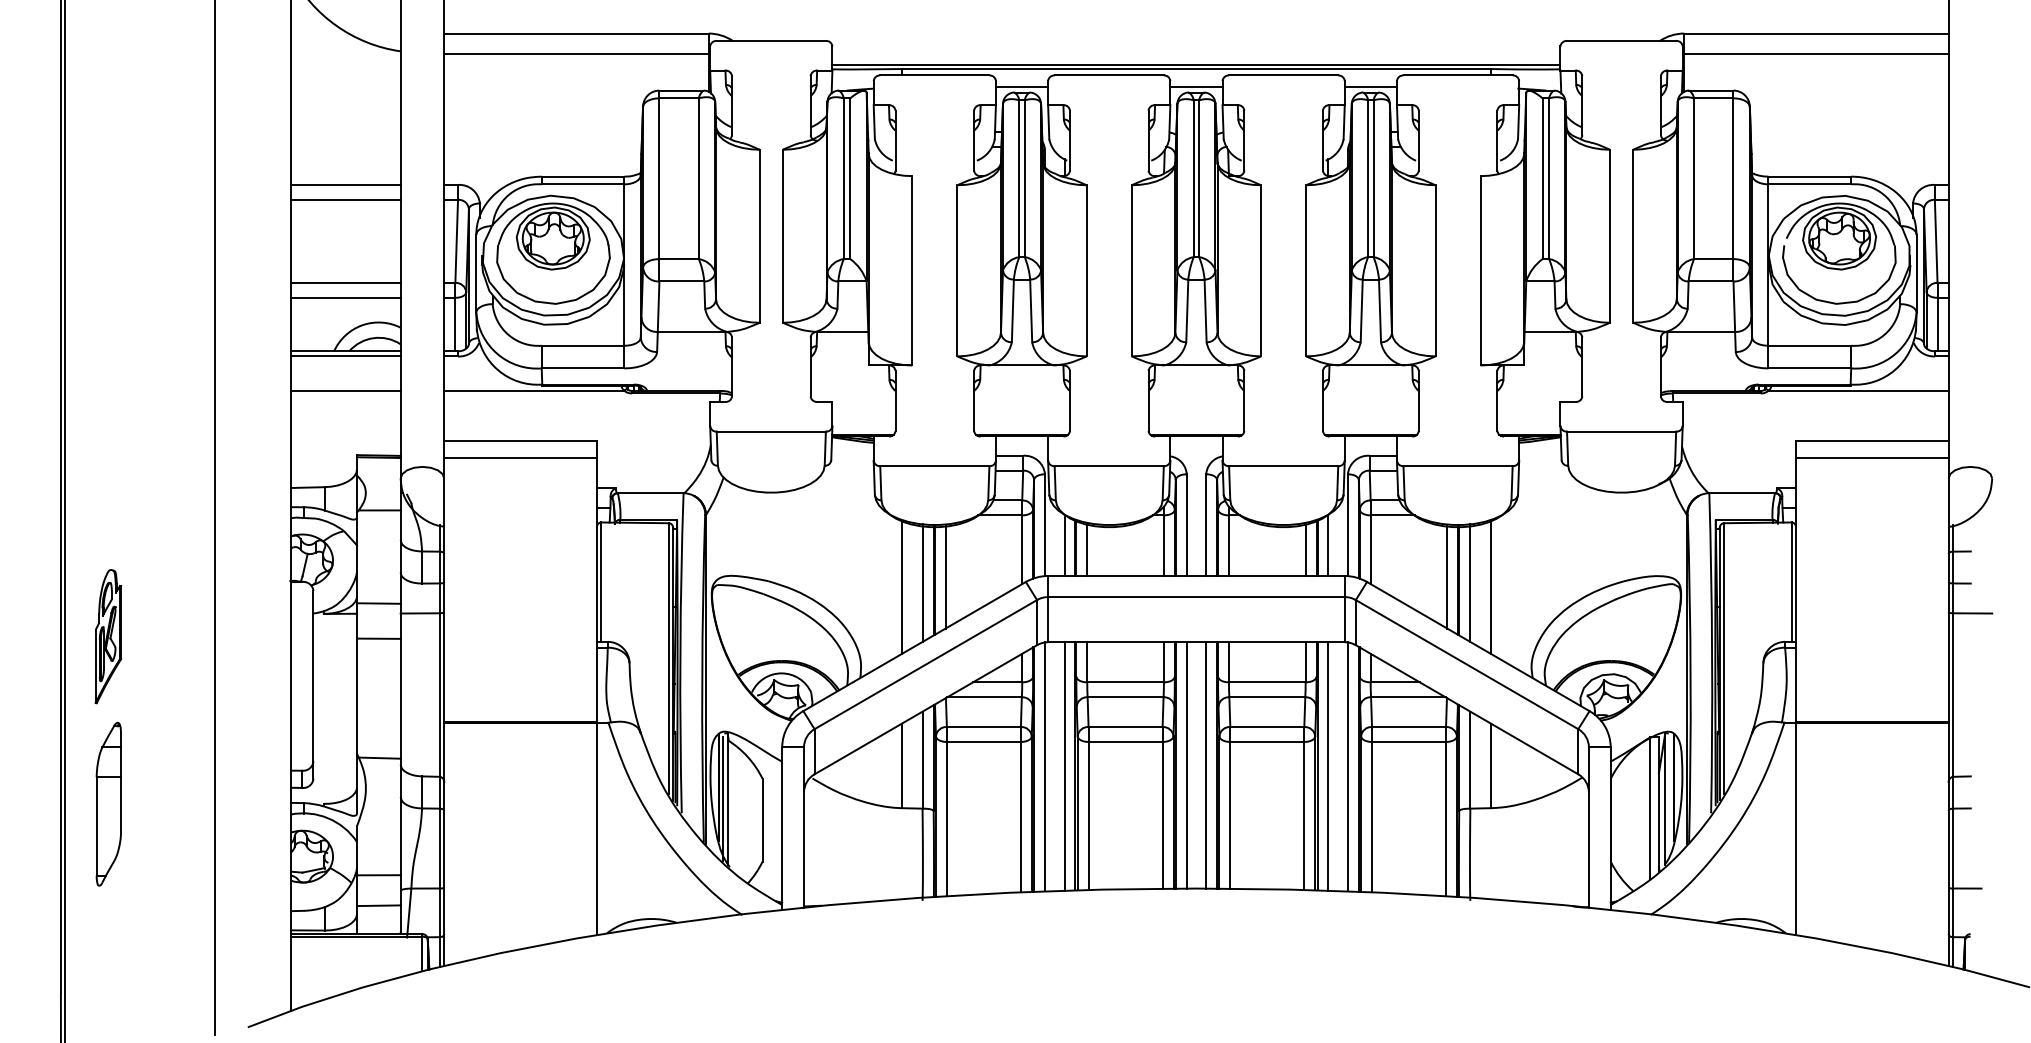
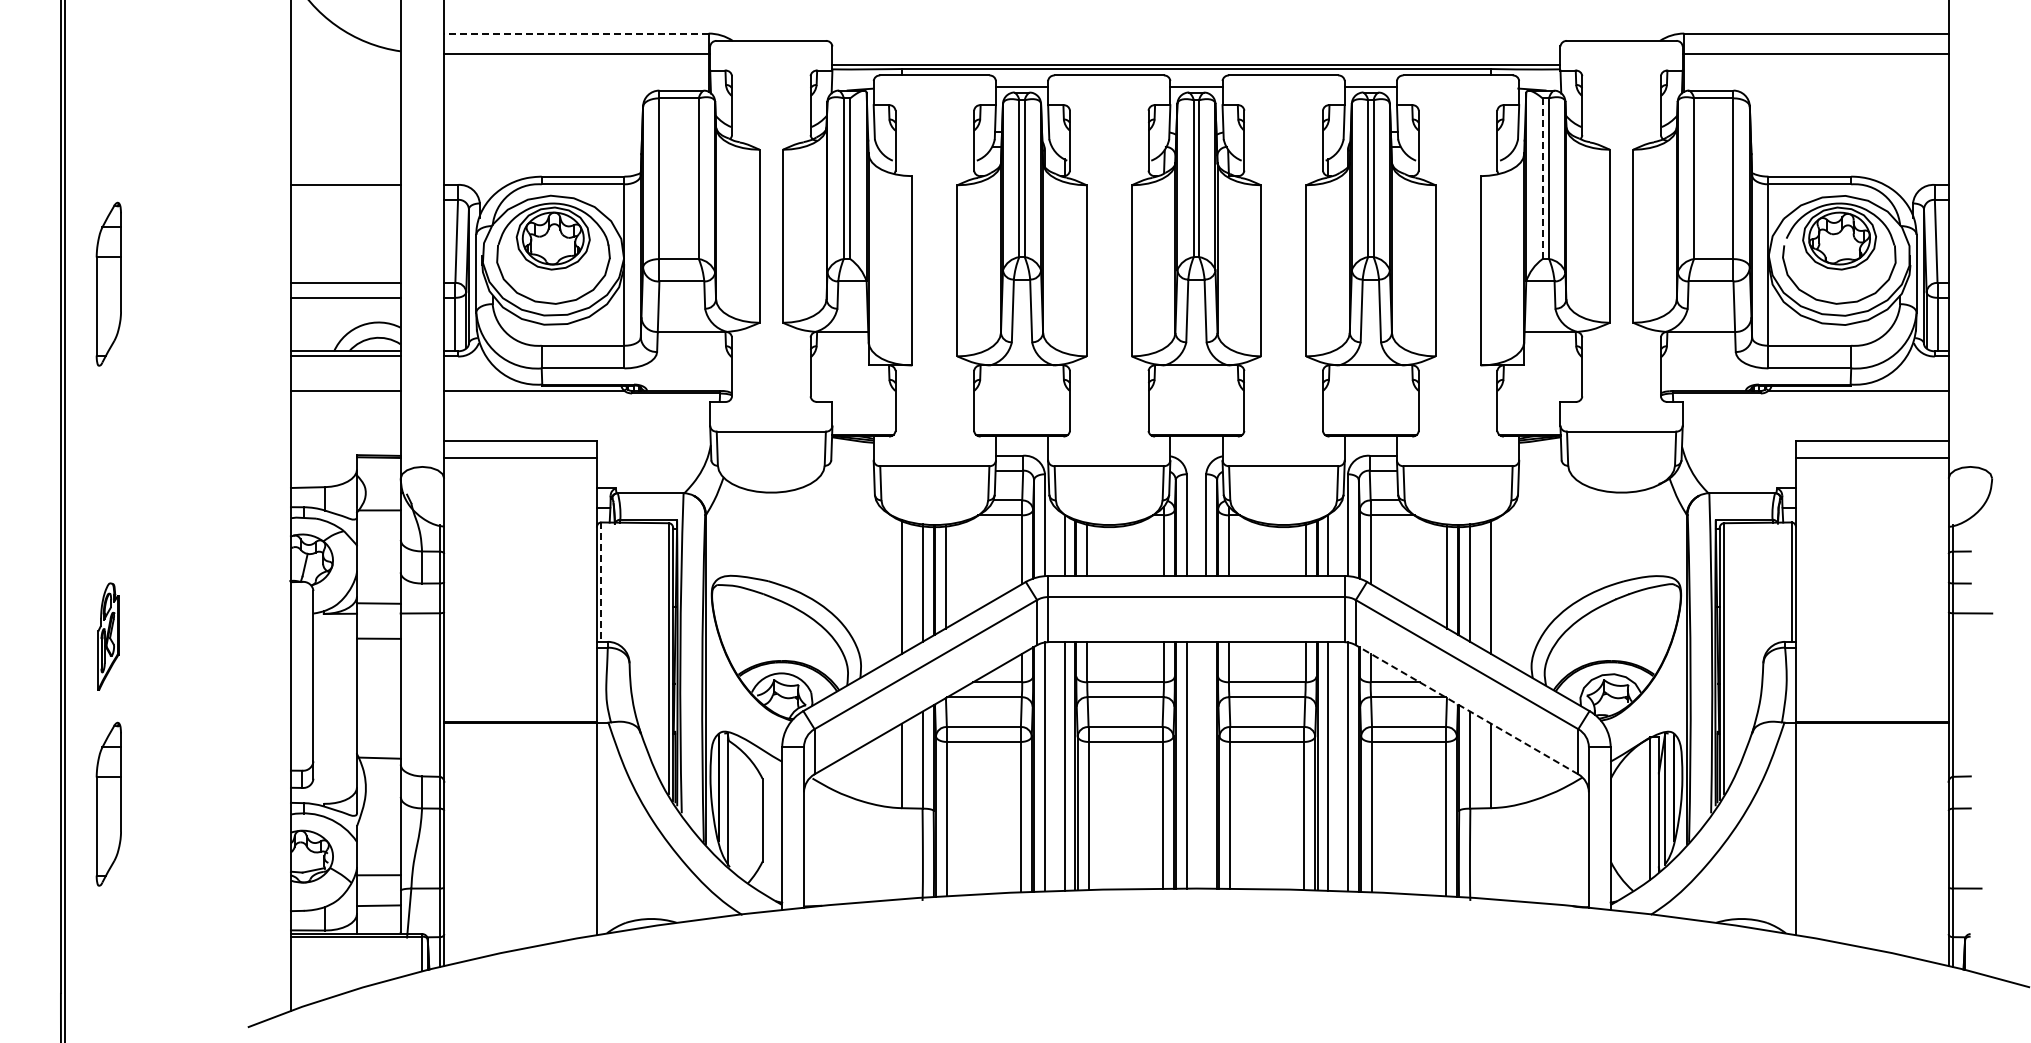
line at (575, 33): solid -> dashed
line at (1542, 179): solid -> dashed
line at (345, 199): present -> none
part at (108, 283): none -> present
line at (214, 518): present -> none
line at (601, 582): solid -> dashed
part at (108, 636) size: 29x136 px -> 23x109 px
line at (1467, 709): solid -> dashed
line at (1206, 765): present -> none
line at (722, 799): present -> none
